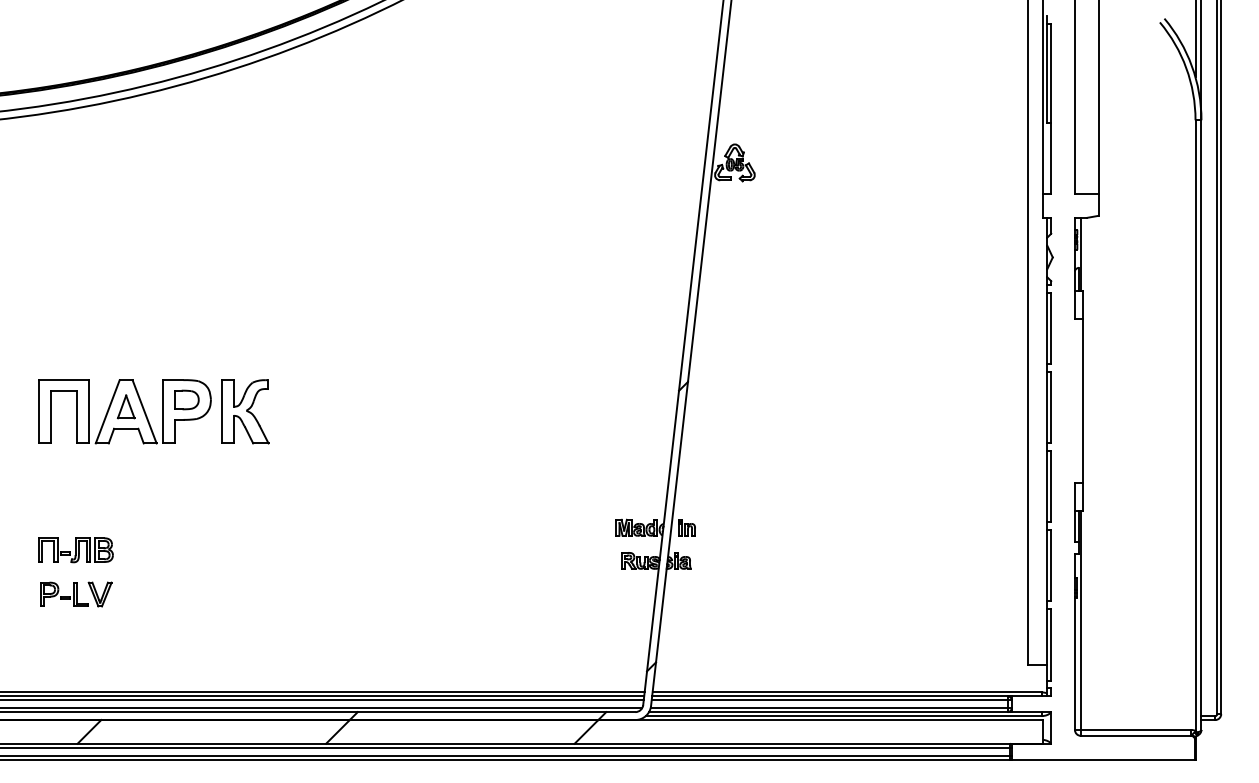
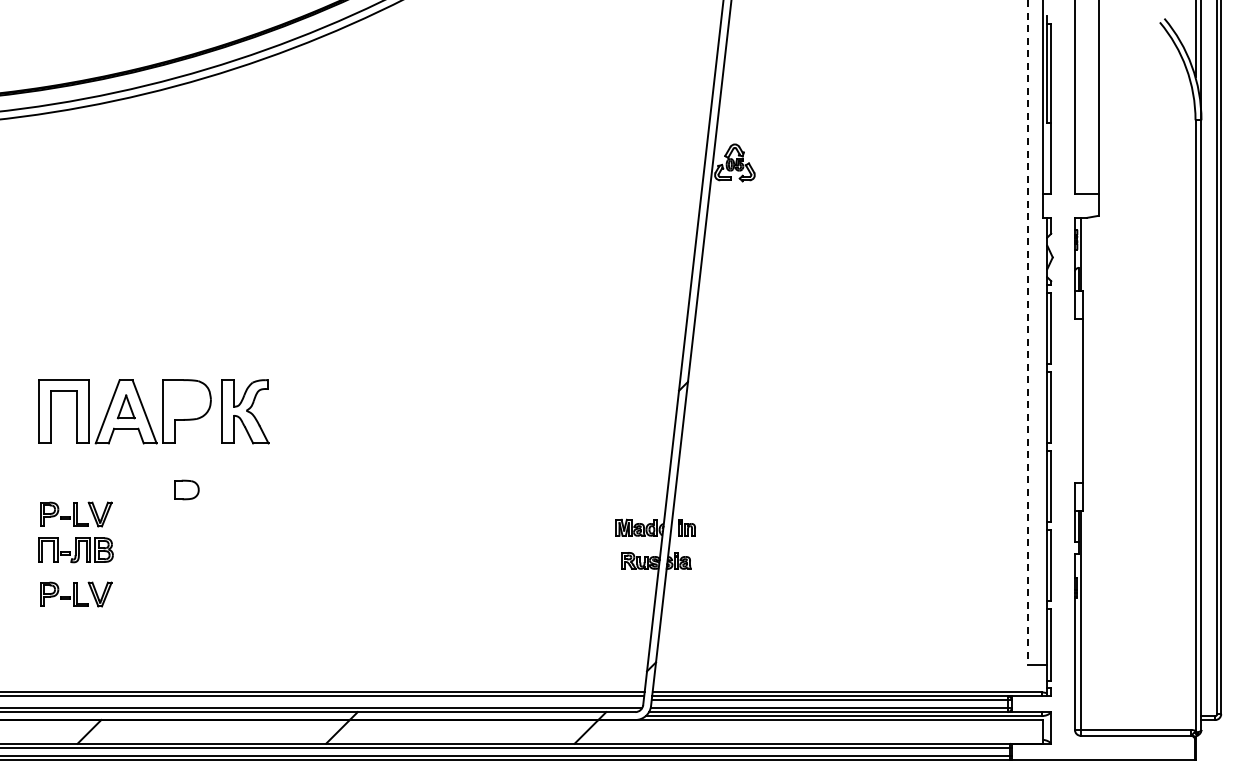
line at (1027, 332): solid -> dashed
part at (186, 399) position: (186, 399) -> (186, 489)
part at (76, 514): none -> present
line at (322, 700): present -> none
